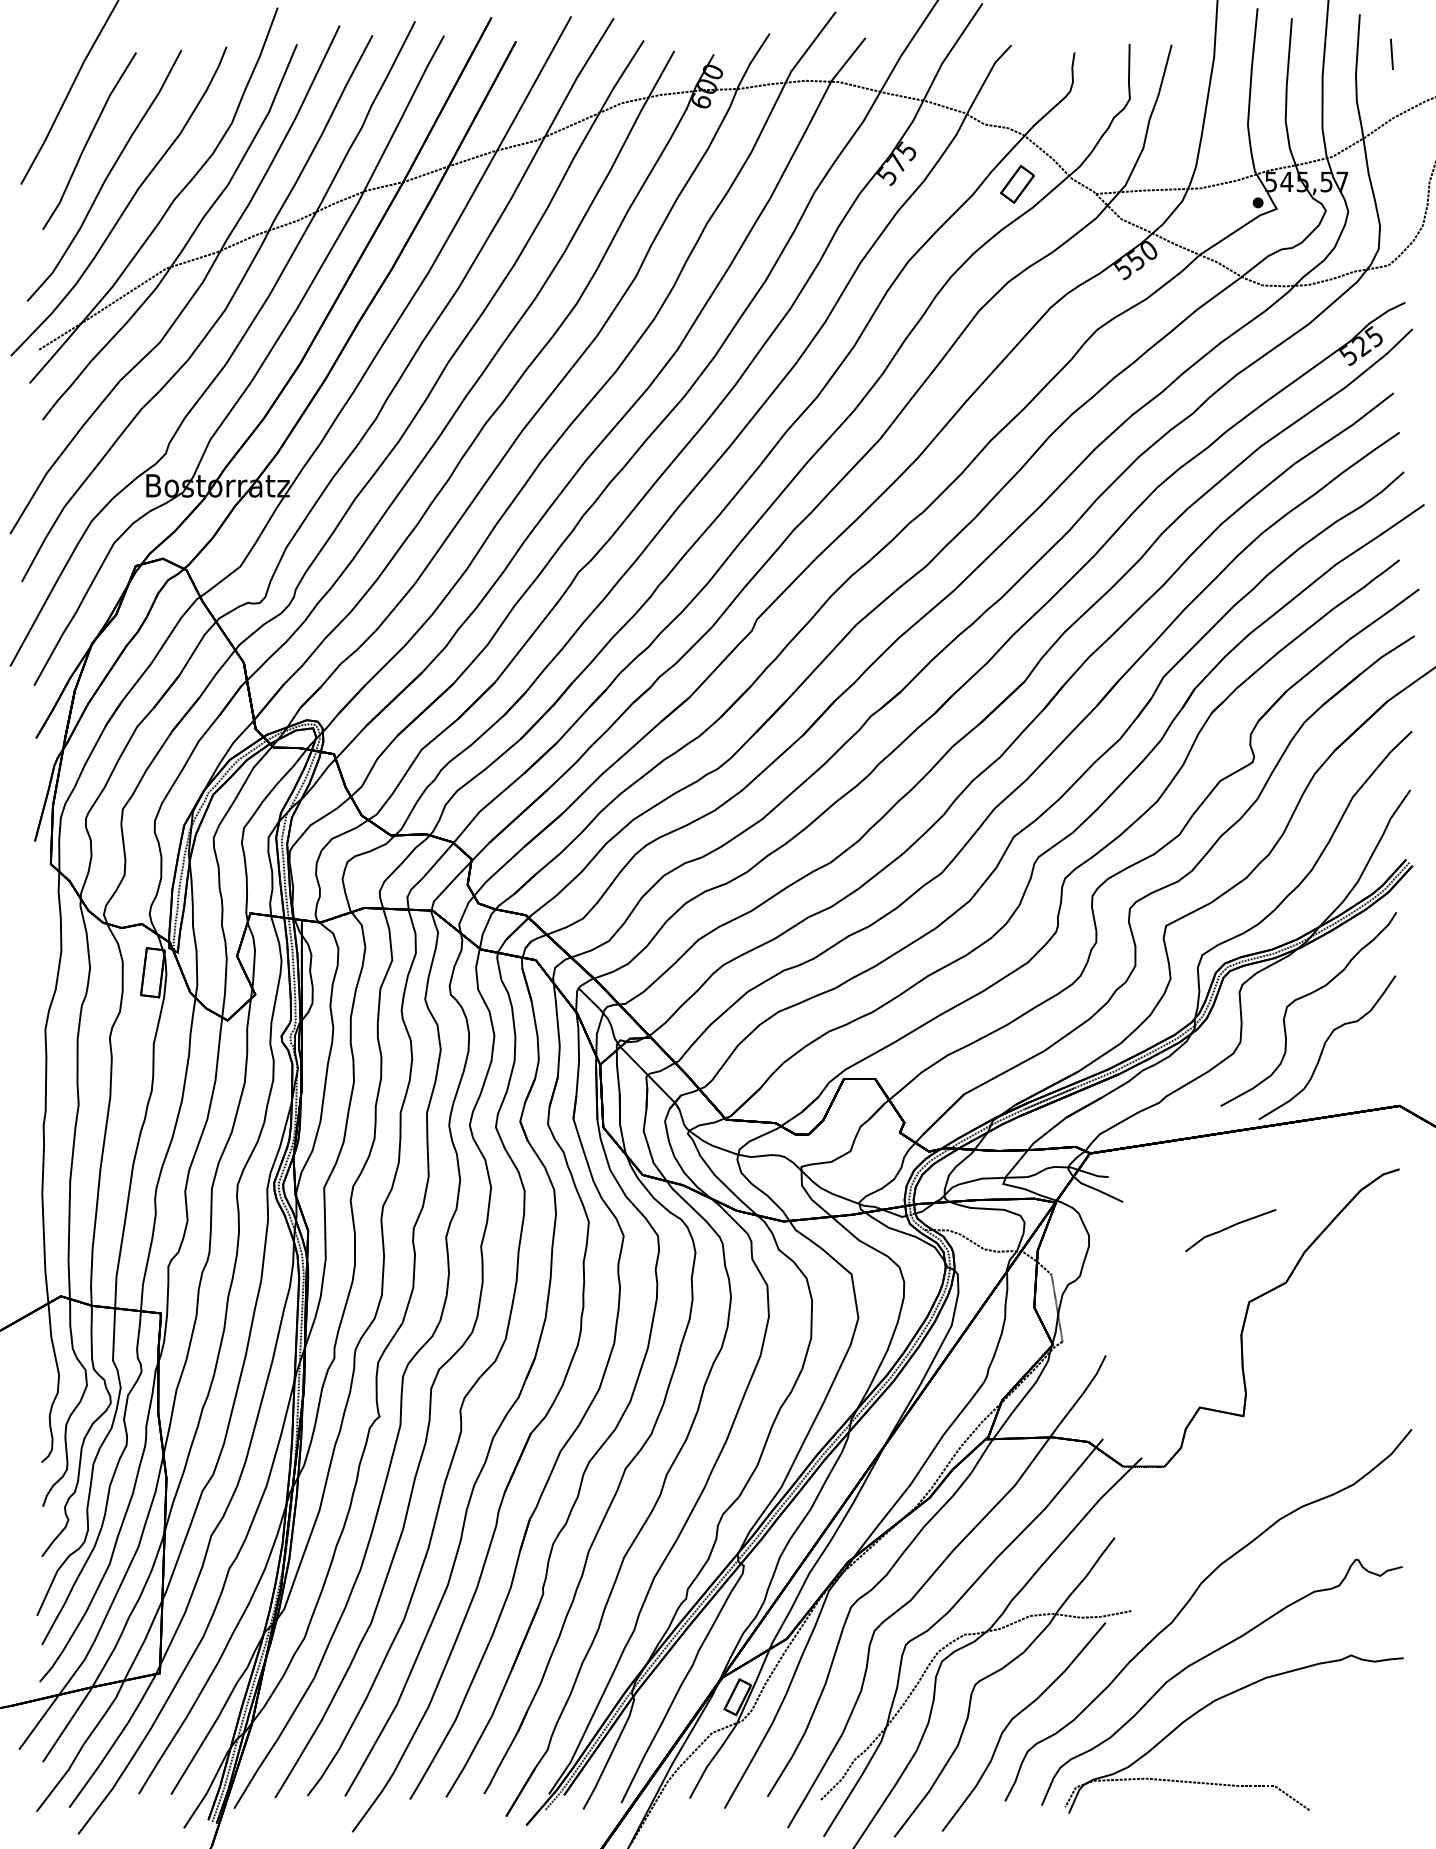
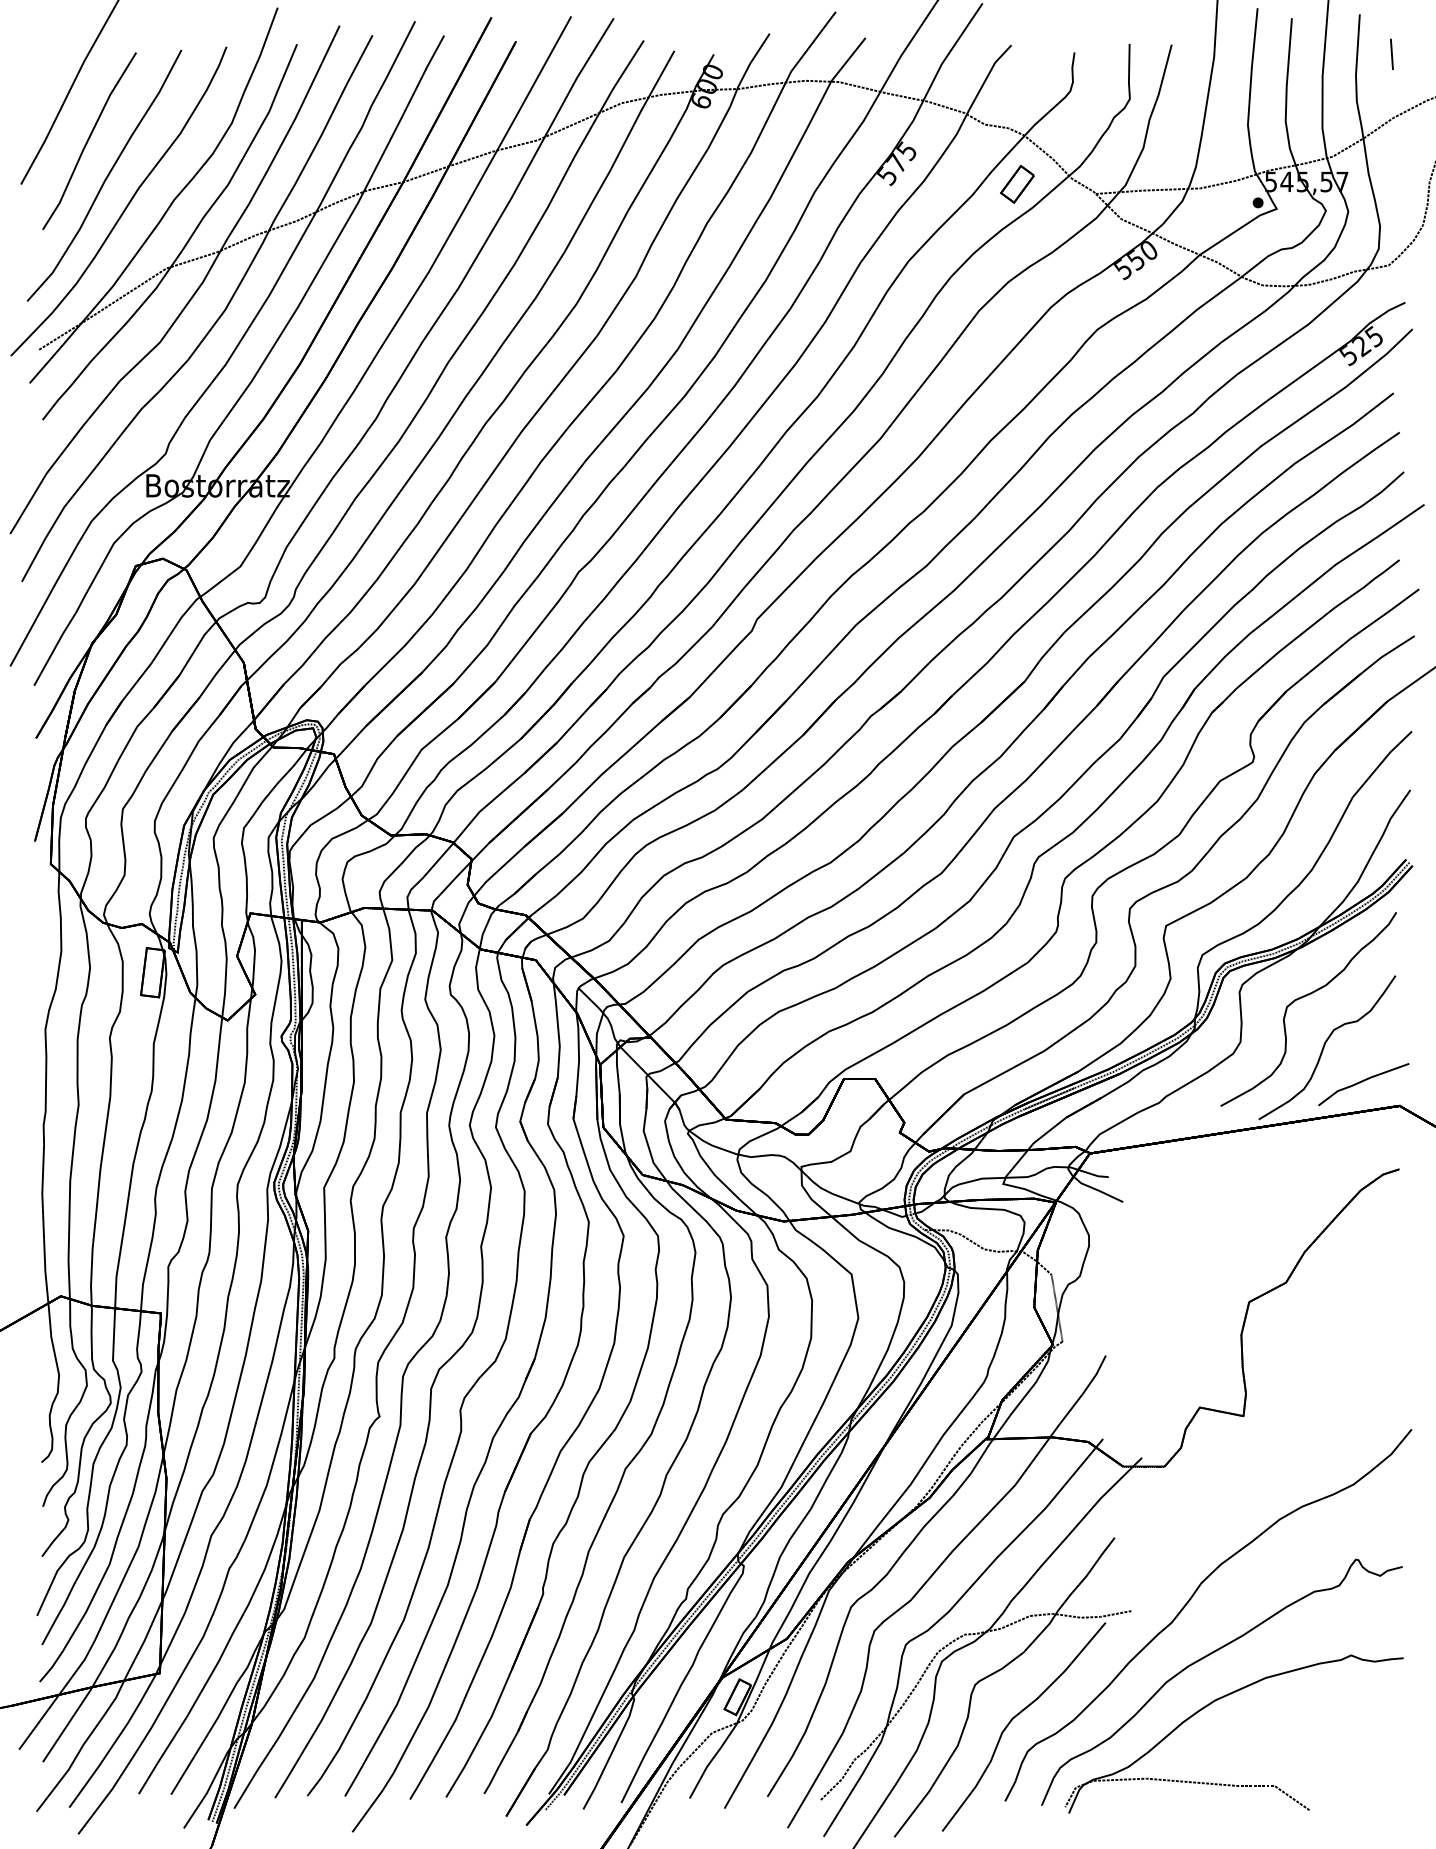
line at (1229, 1228) position: (1229, 1228) -> (1362, 1082)
